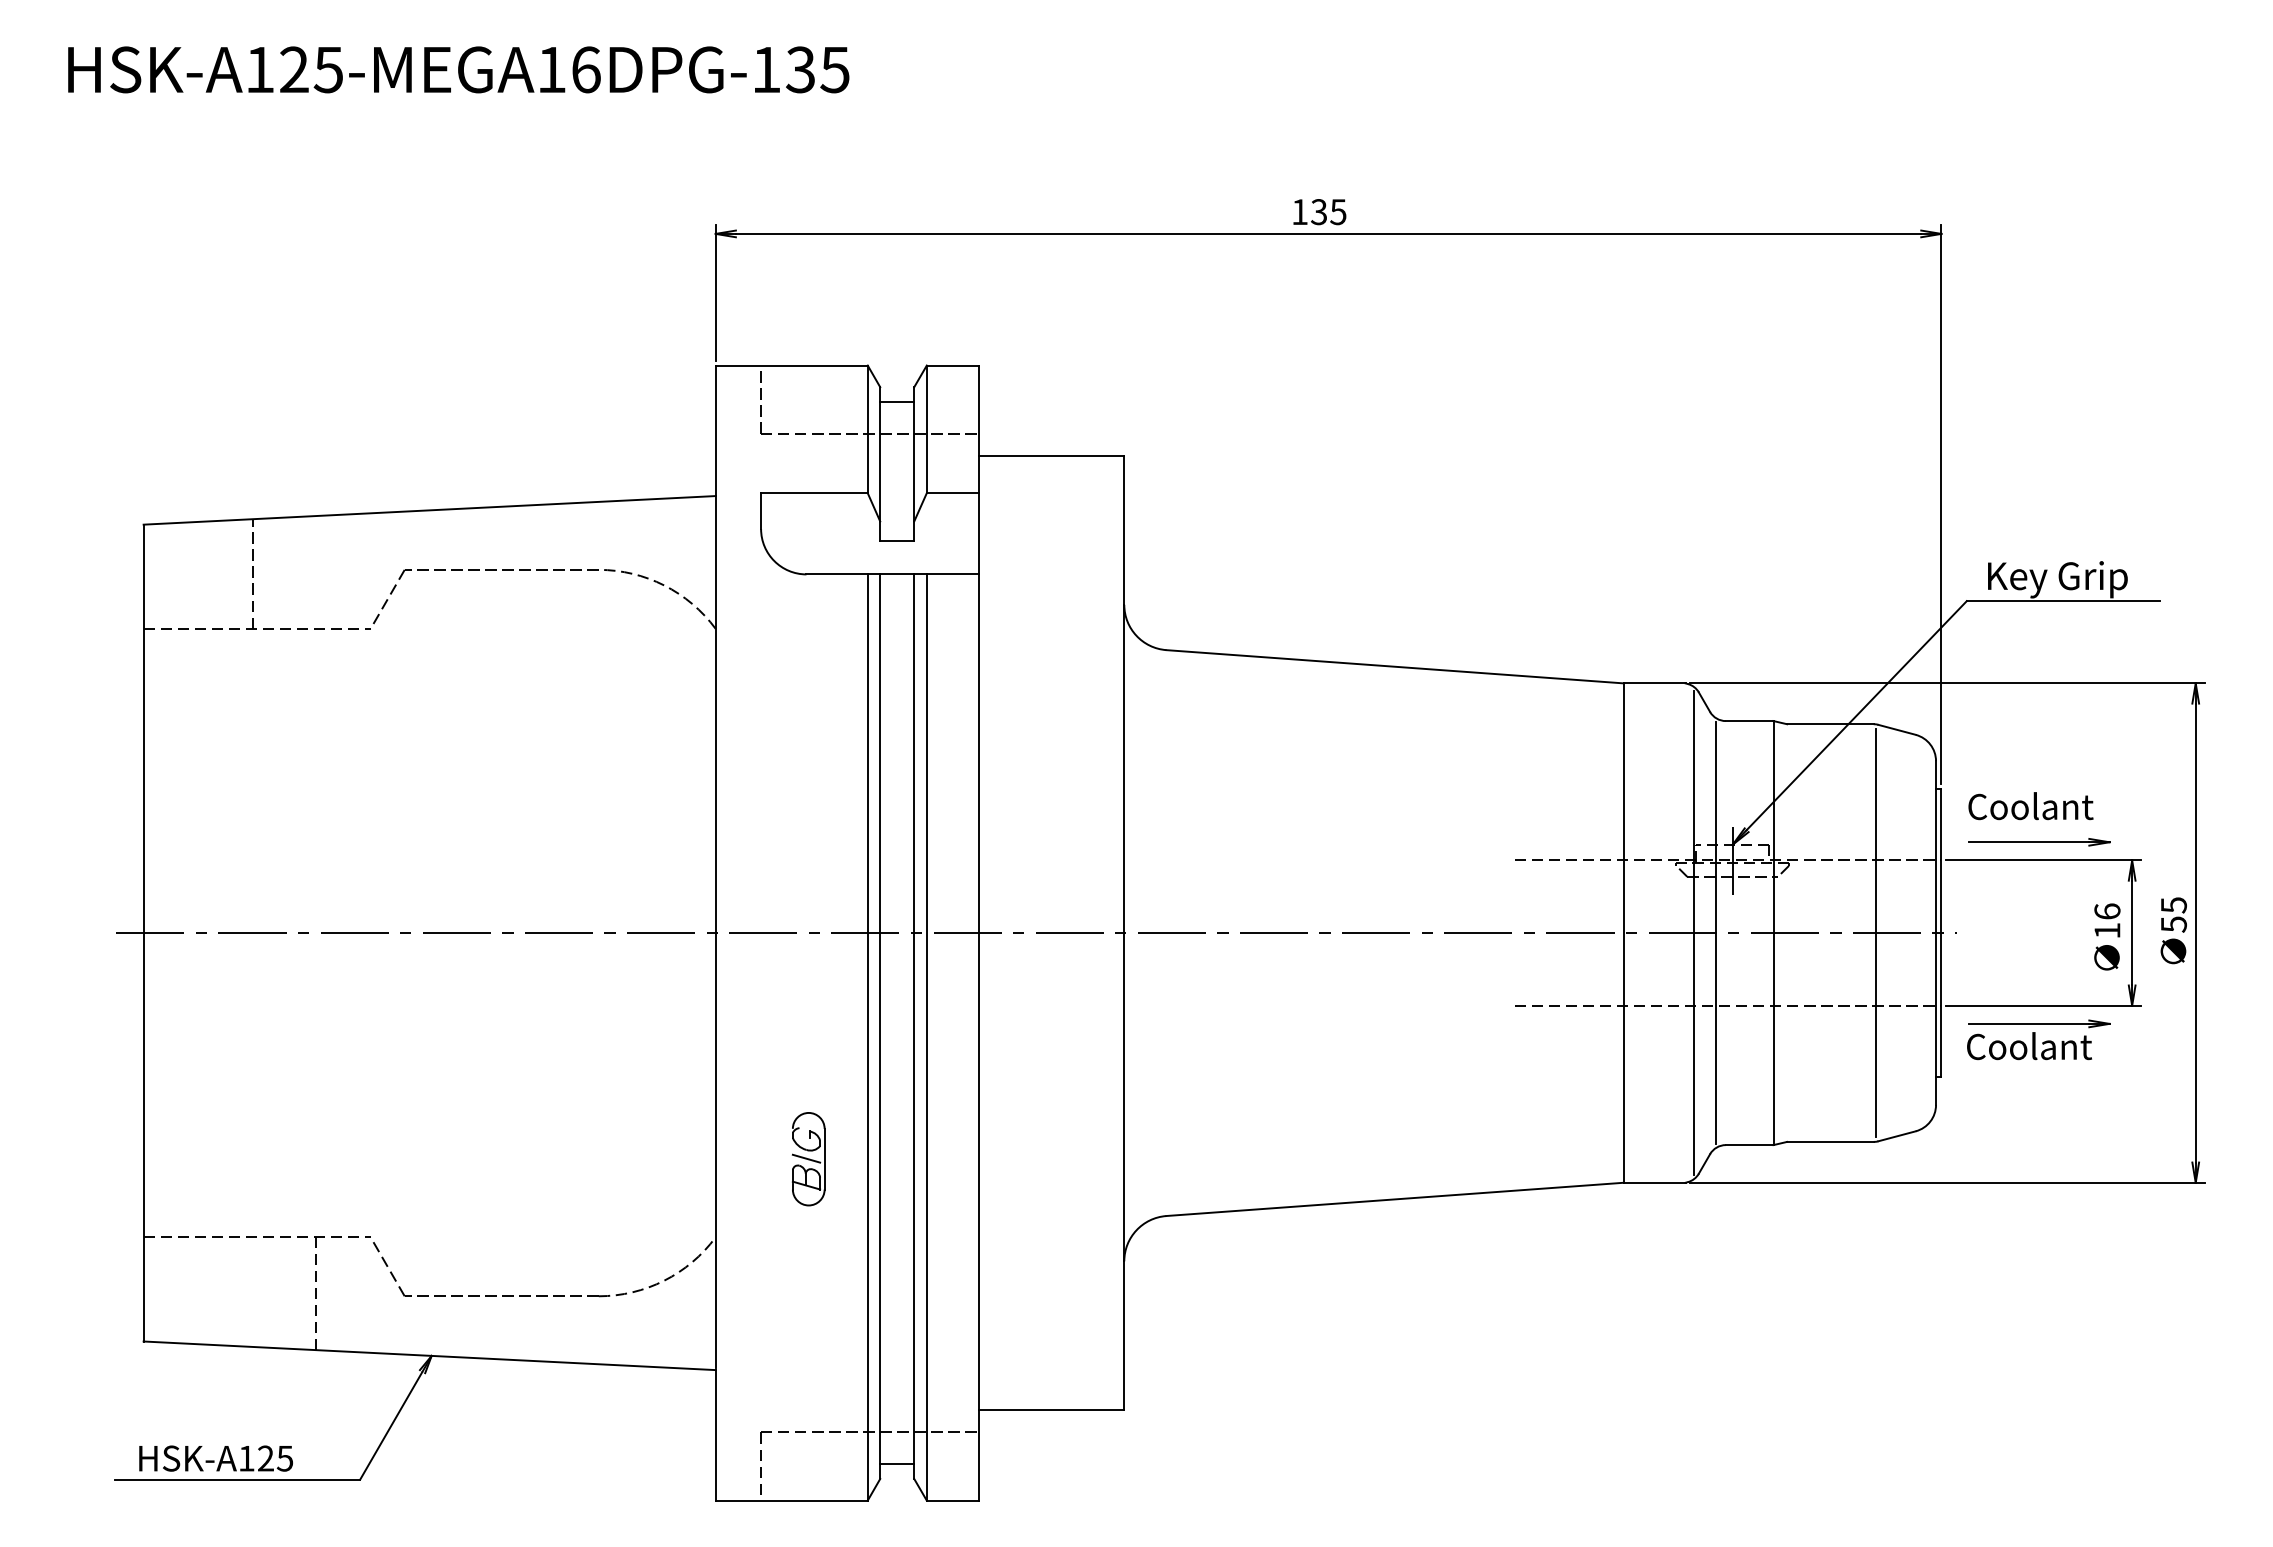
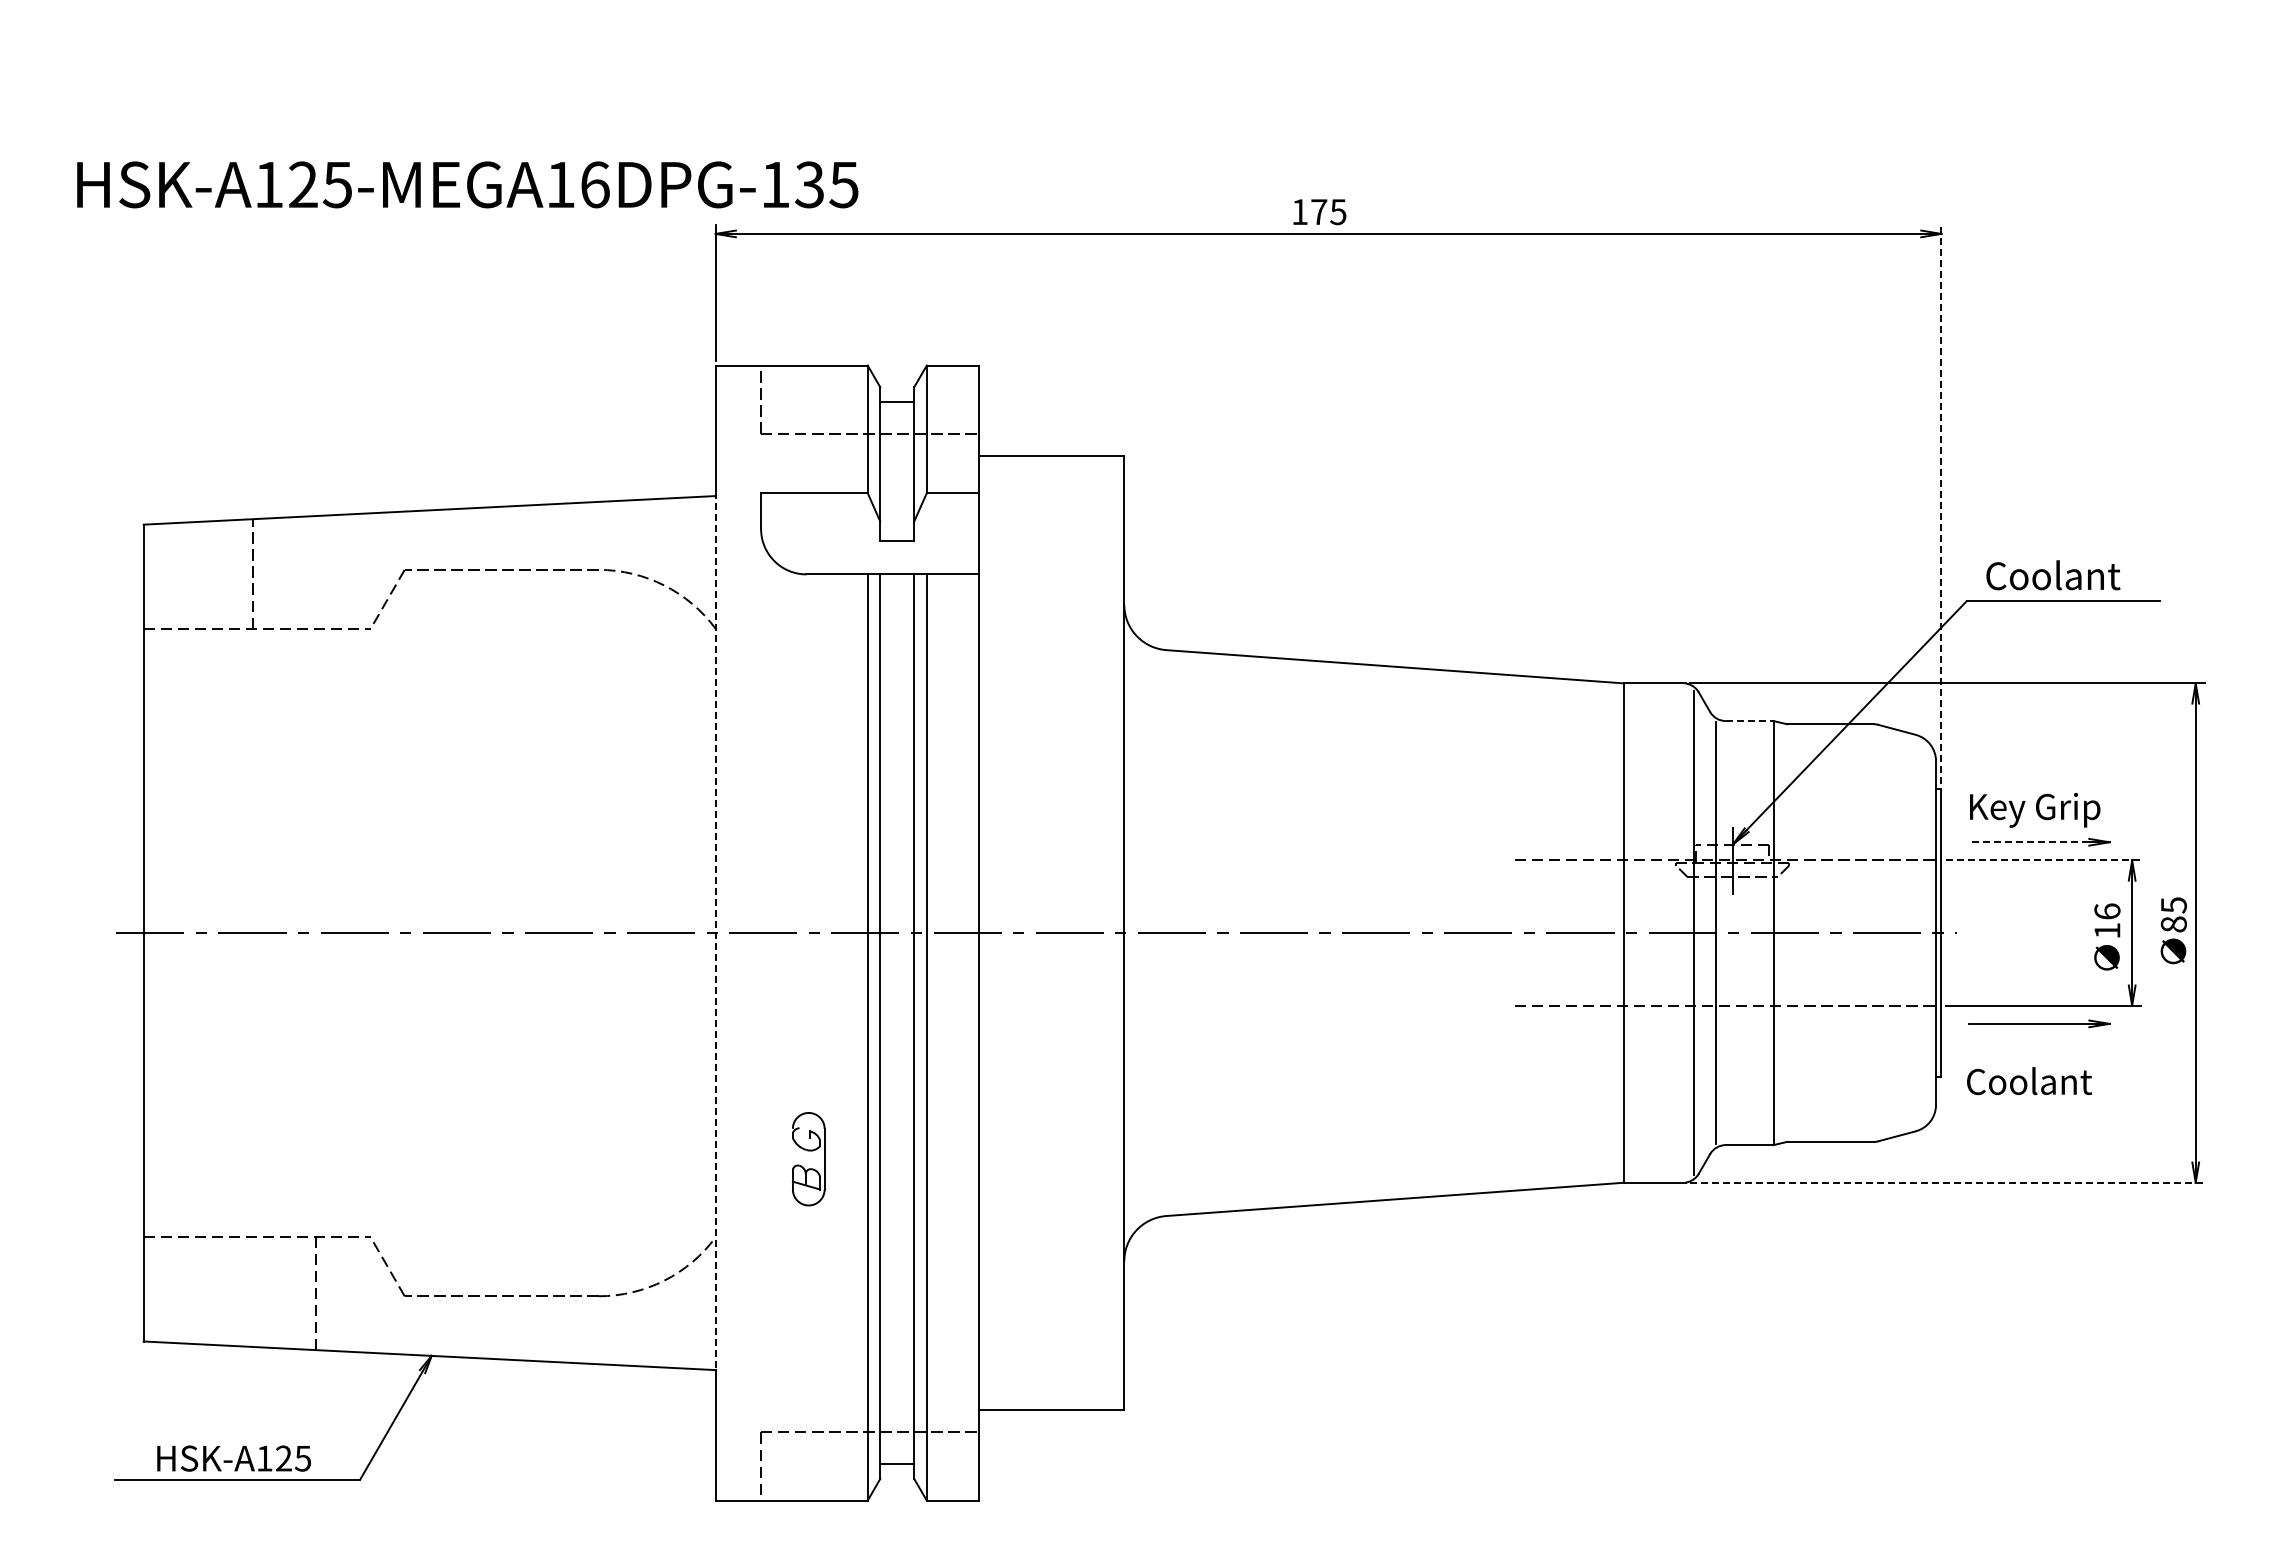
text at (458, 69) position: (458, 69) -> (467, 184)
text at (1319, 212): 135 -> 175
line at (1941, 504): solid -> dashed
text at (2056, 579): Key Grip -> Coolant
line at (1749, 721): solid -> dashed
text at (2034, 809): Coolant -> Key Grip
line at (2028, 842): solid -> dashed
line at (2043, 860): solid -> dashed
text at (2173, 924): 55 -> 85
line at (715, 931): solid -> dashed
line at (1876, 932): present -> none
text at (2029, 1046) position: (2029, 1046) -> (2029, 1081)
line at (806, 1158): present -> none
line at (1947, 1182): solid -> dashed
text at (215, 1458) position: (215, 1458) -> (233, 1458)
